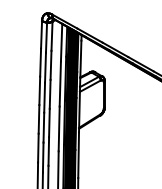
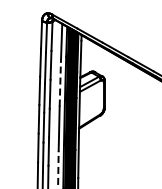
line at (60, 83): solid -> dashed
line at (58, 169): solid -> dashed
